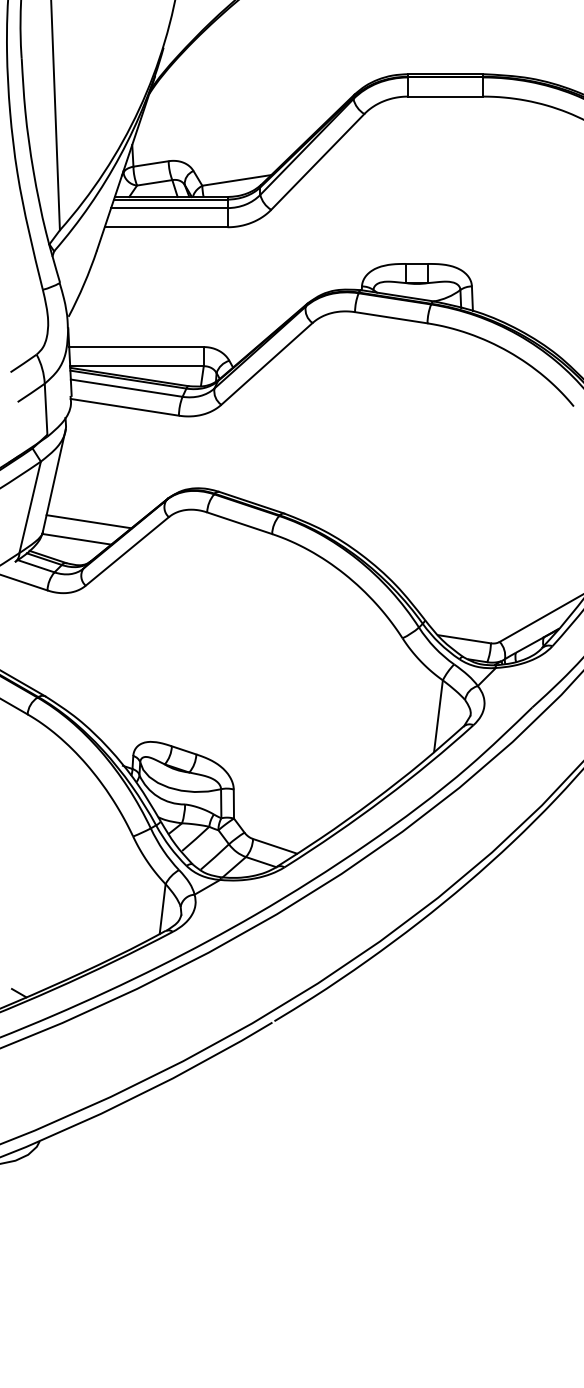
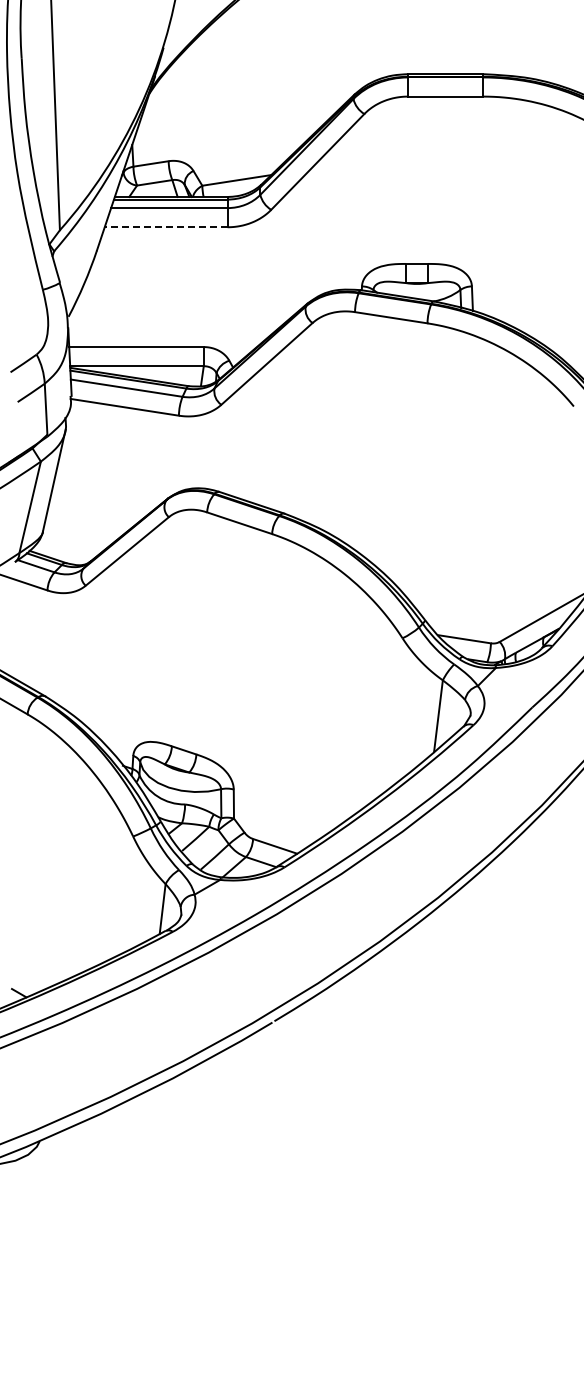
line at (165, 227): solid -> dashed
line at (88, 521): present -> none
line at (76, 538): present -> none
